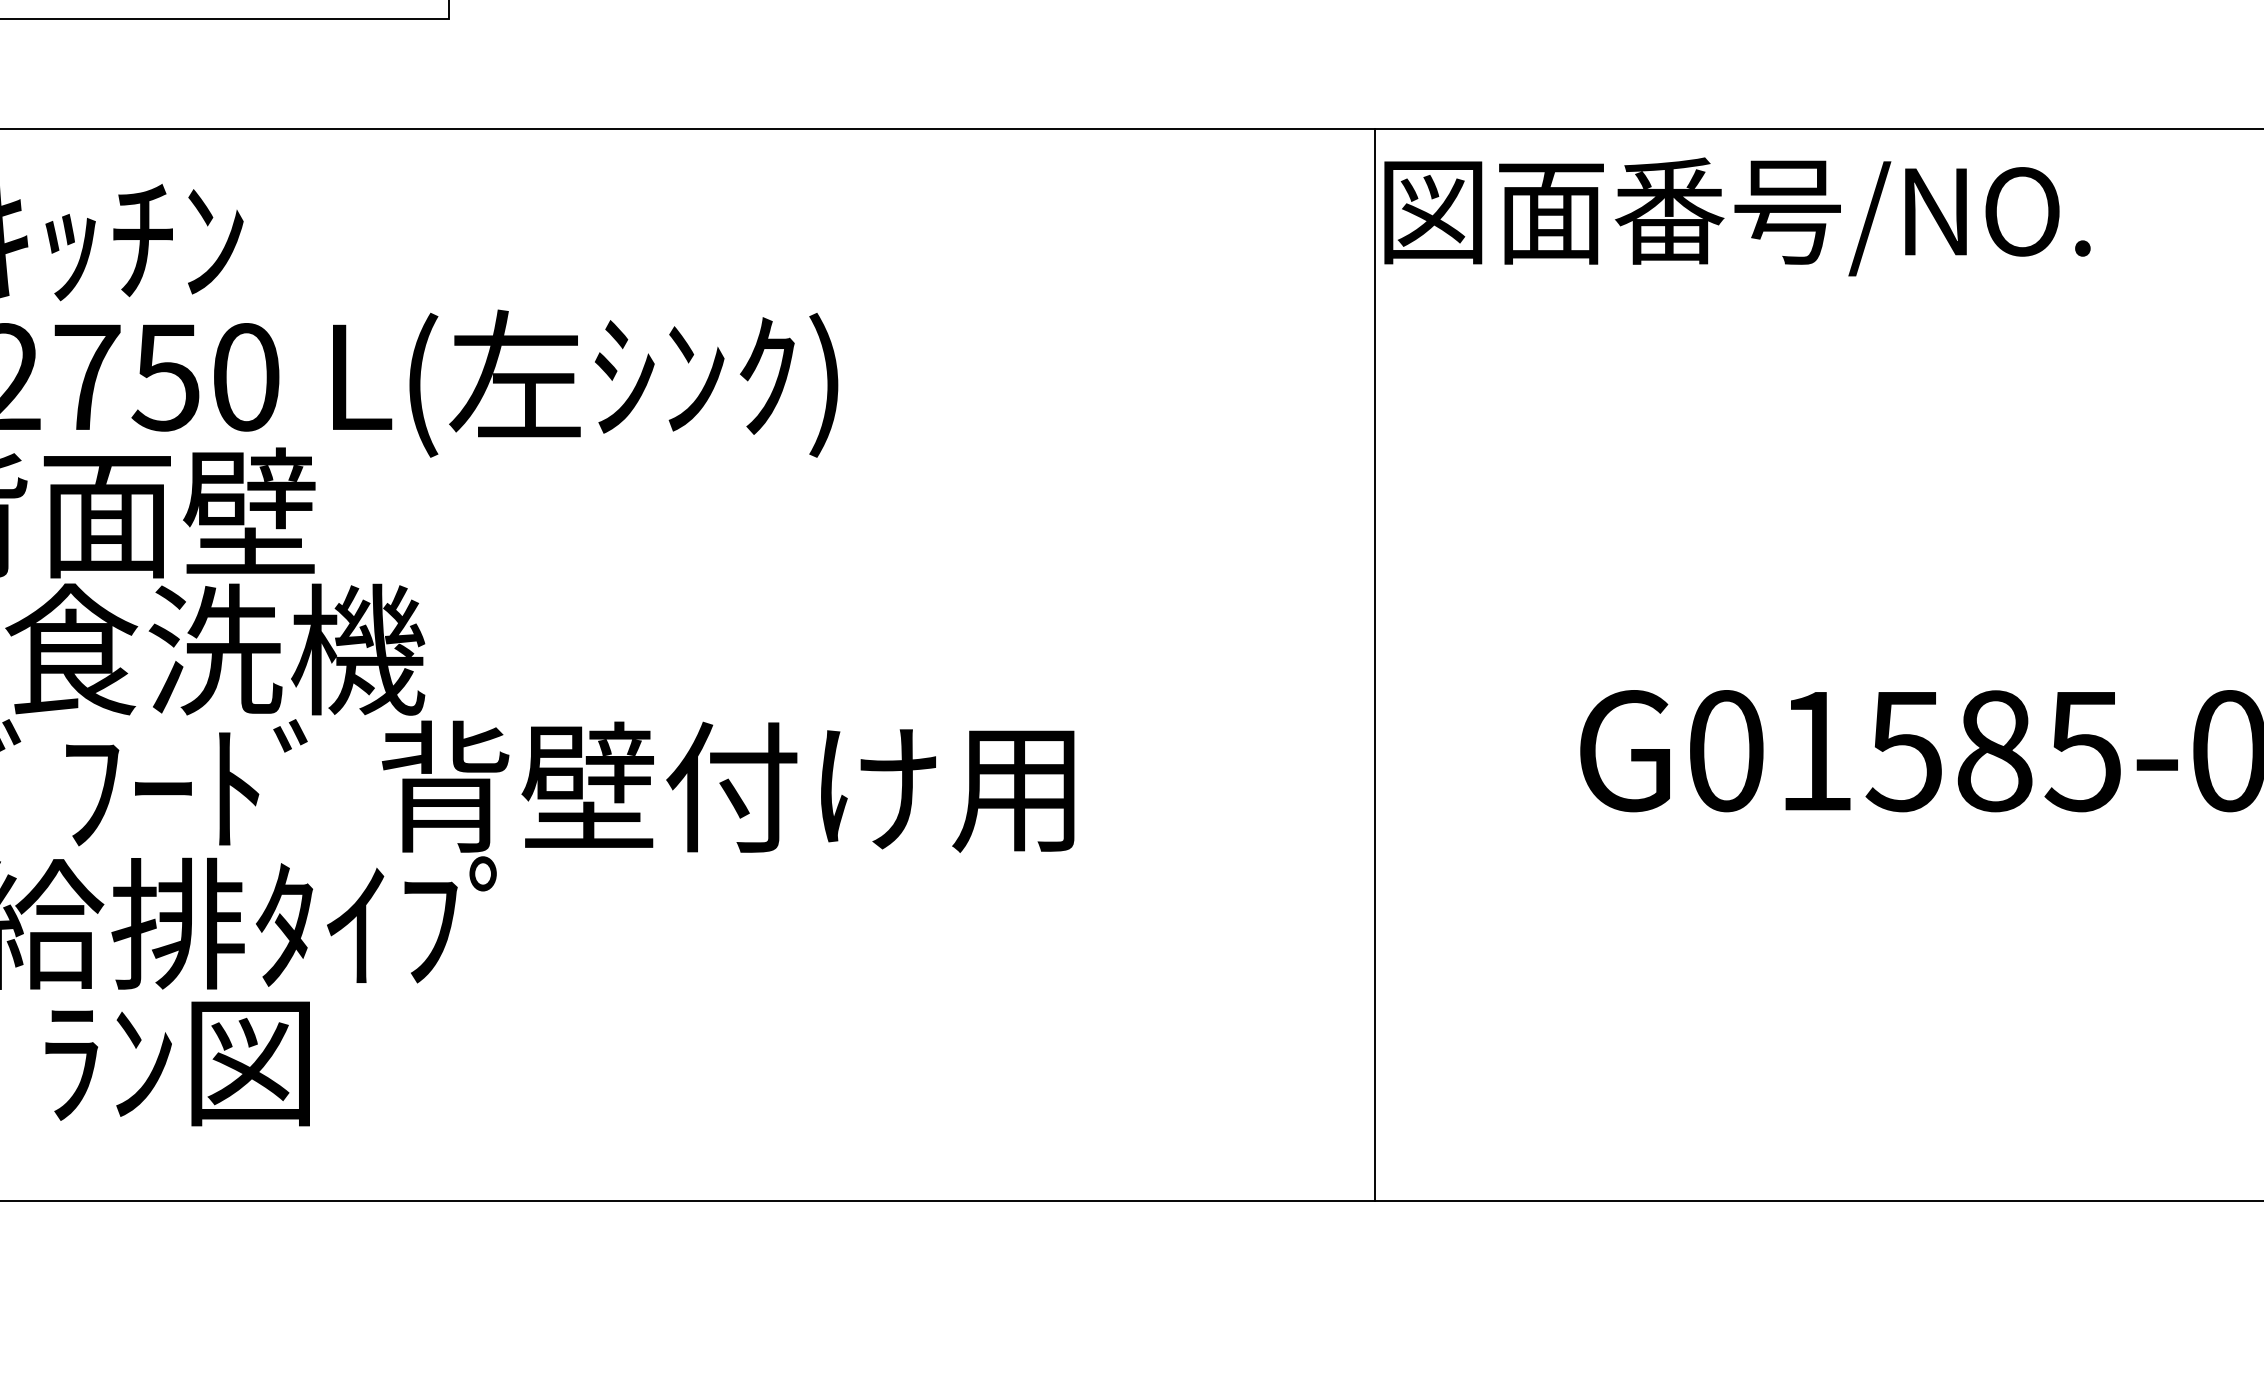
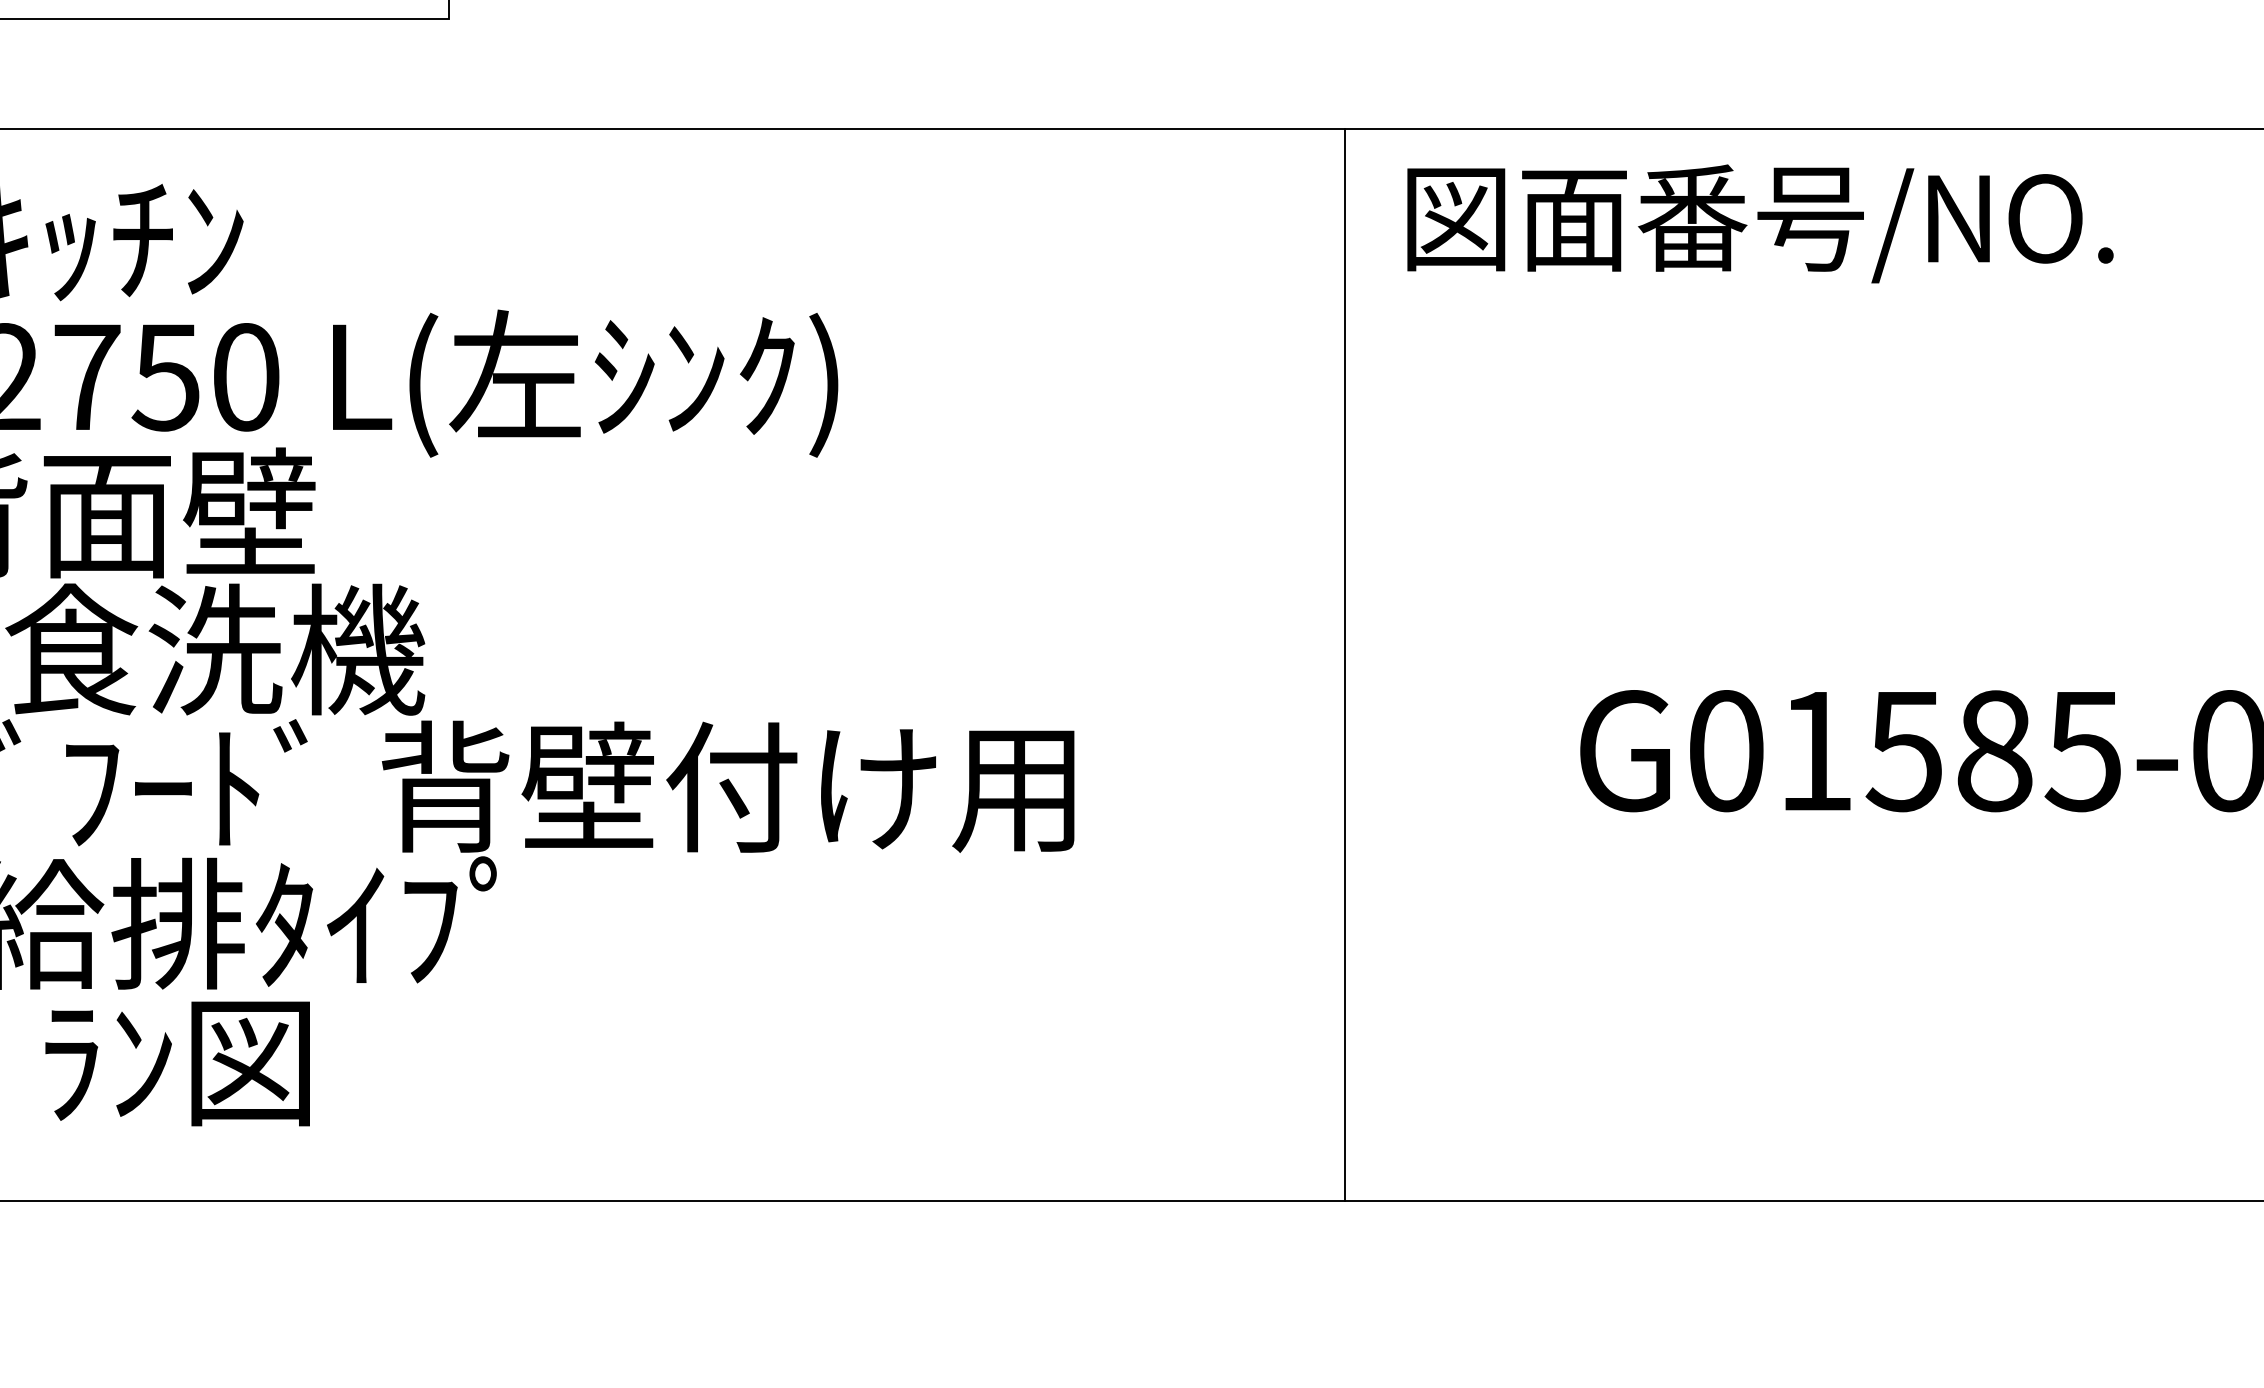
text at (1737, 216) position: (1737, 216) -> (1760, 223)
line at (1374, 664) position: (1374, 664) -> (1344, 664)
